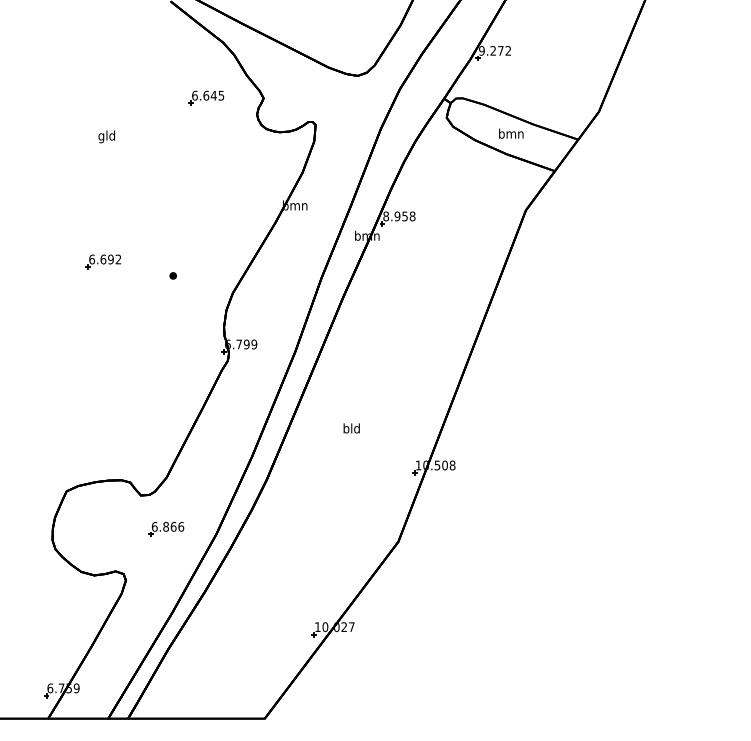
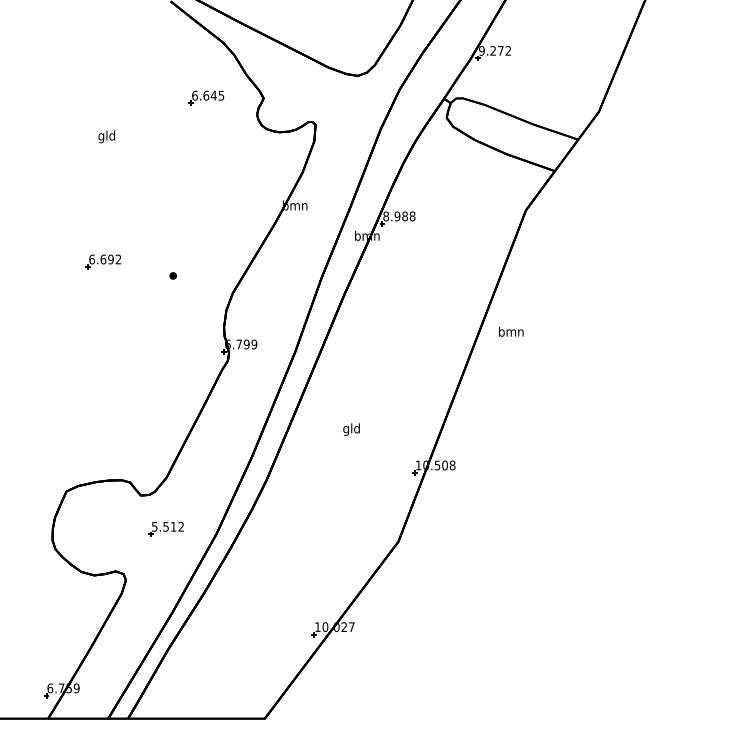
text at (511, 133) position: (511, 133) -> (511, 331)
text at (404, 216): 8.958 -> 8.988
text at (346, 429): bld -> gld
text at (167, 526): 6.866 -> 5.512
